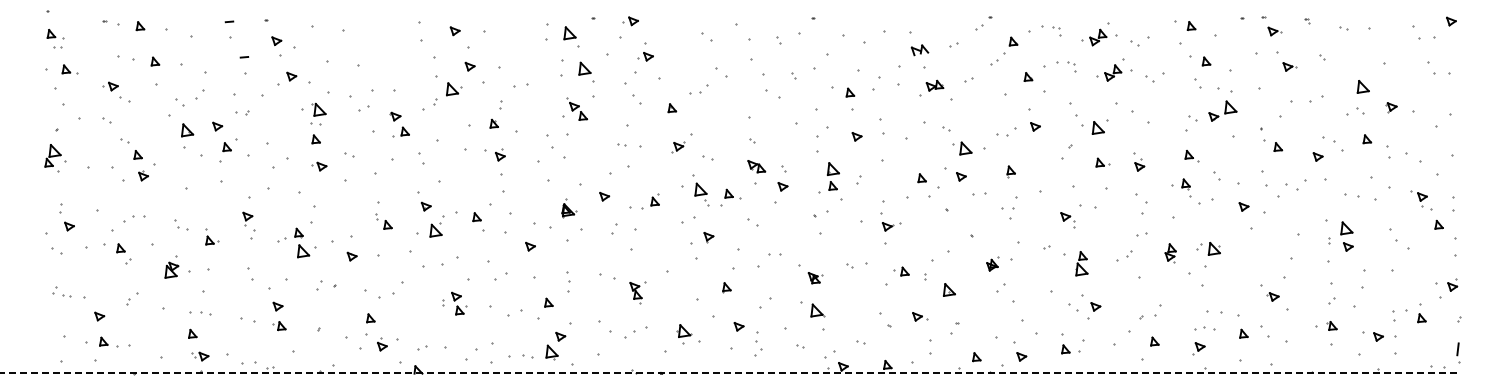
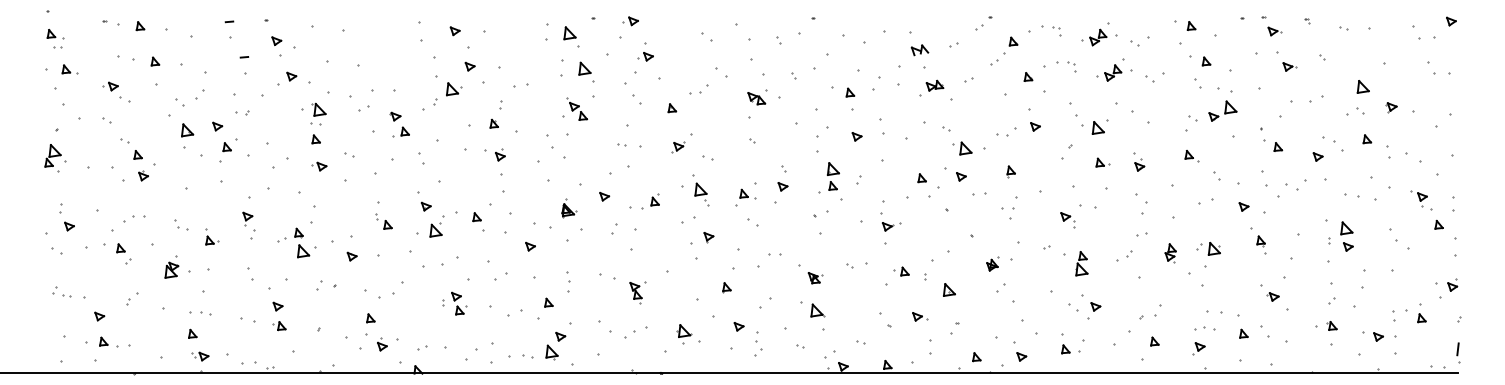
part at (756, 166) position: (756, 166) -> (756, 98)
part at (1186, 187) position: (1186, 187) -> (1261, 244)
part at (730, 197) position: (730, 197) -> (745, 197)
line at (728, 373): dashed -> solid
